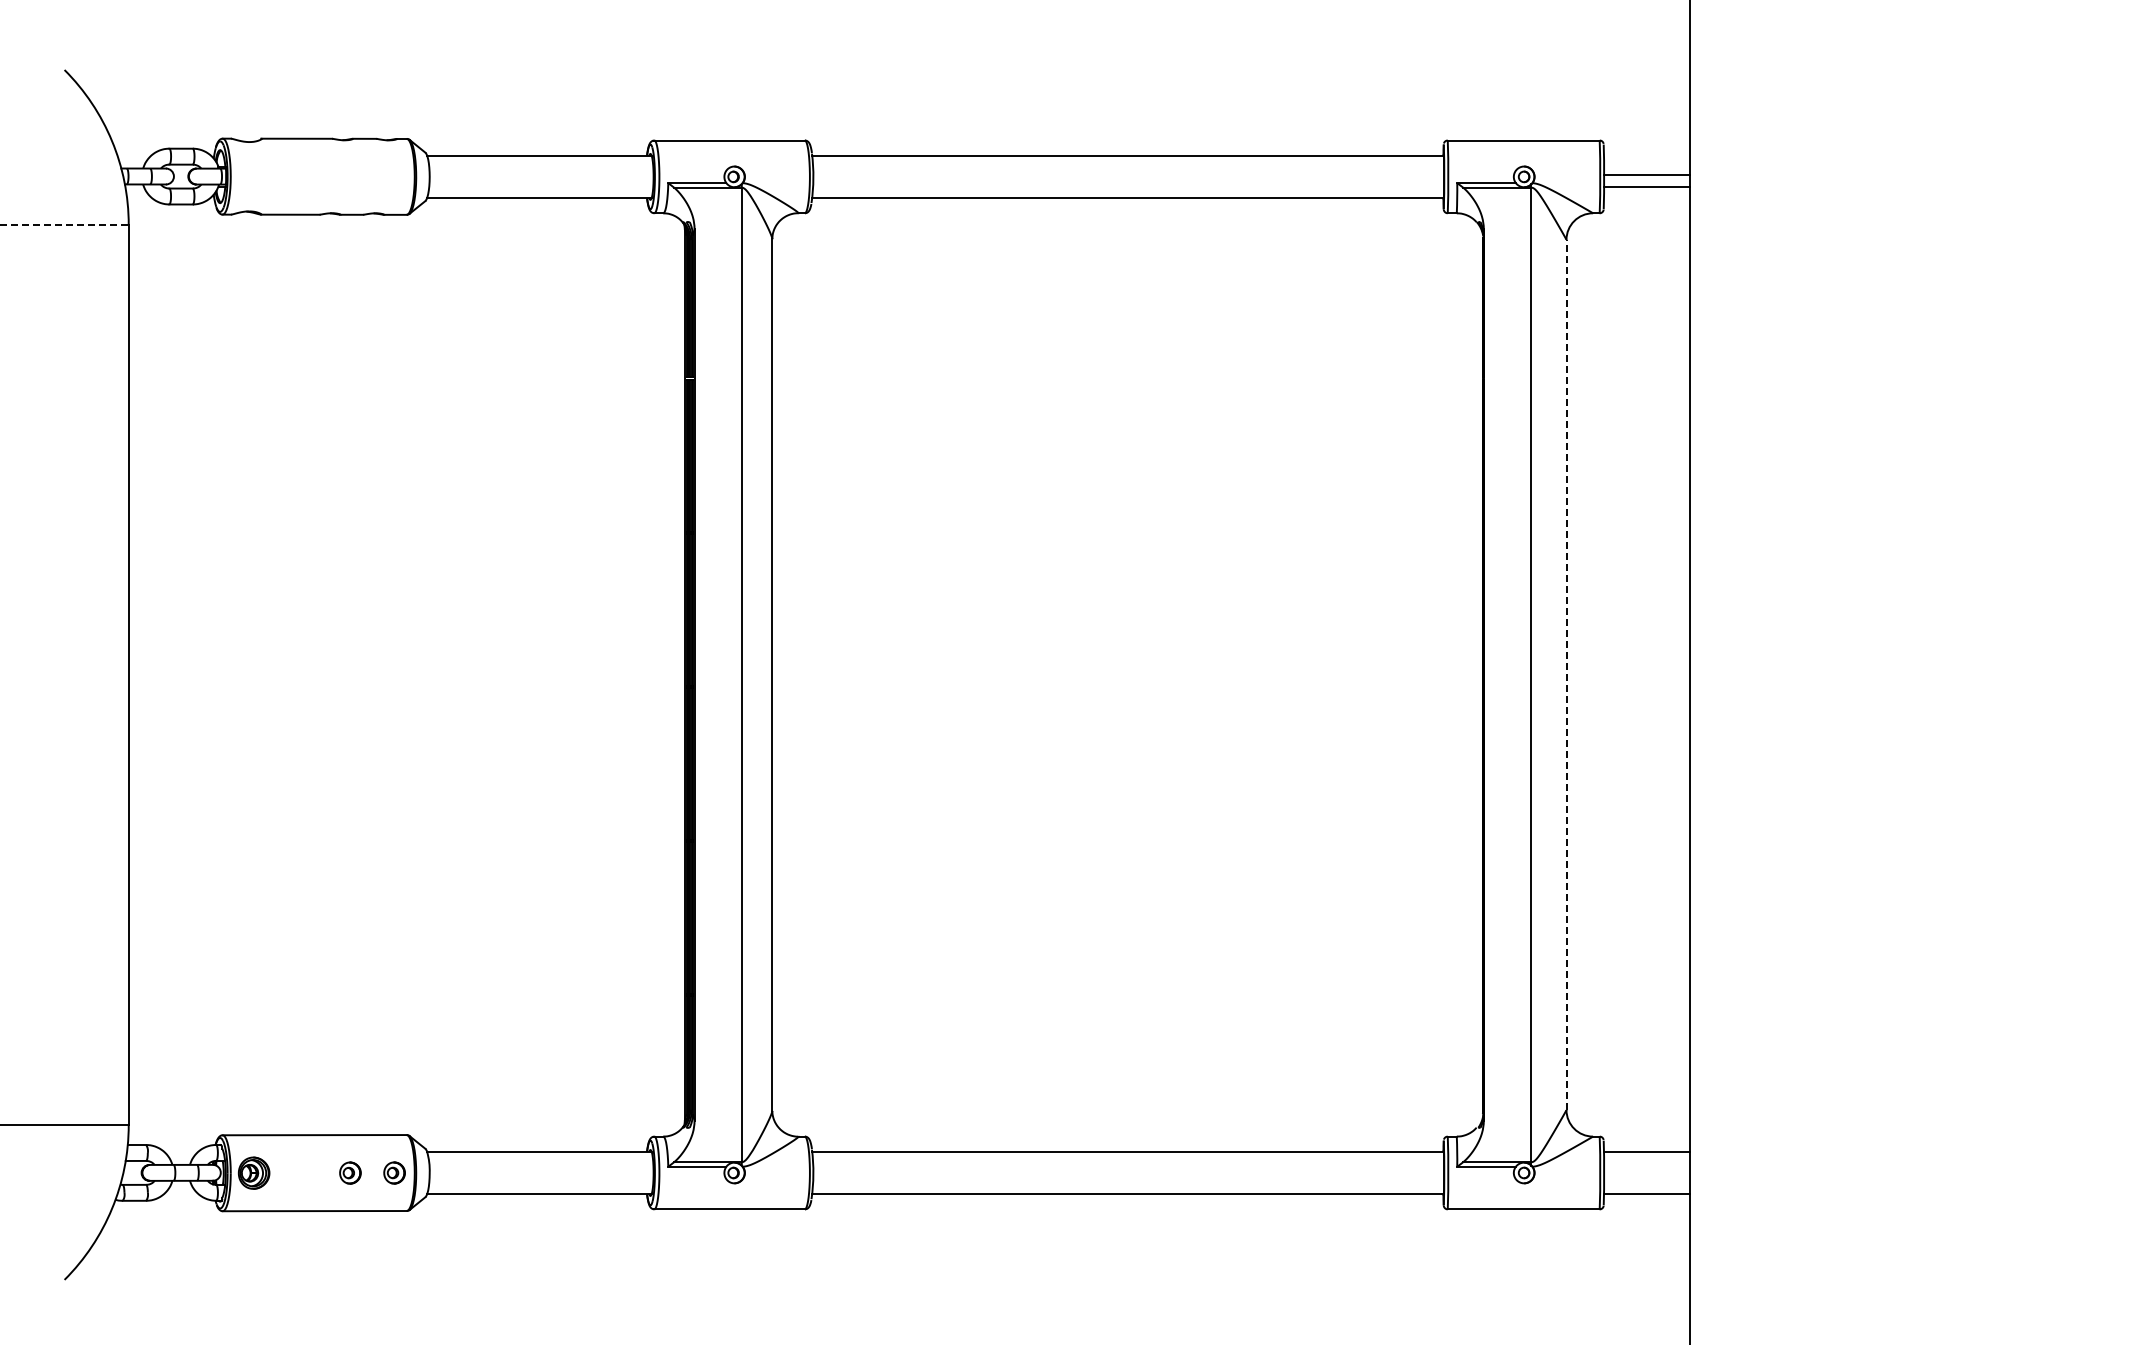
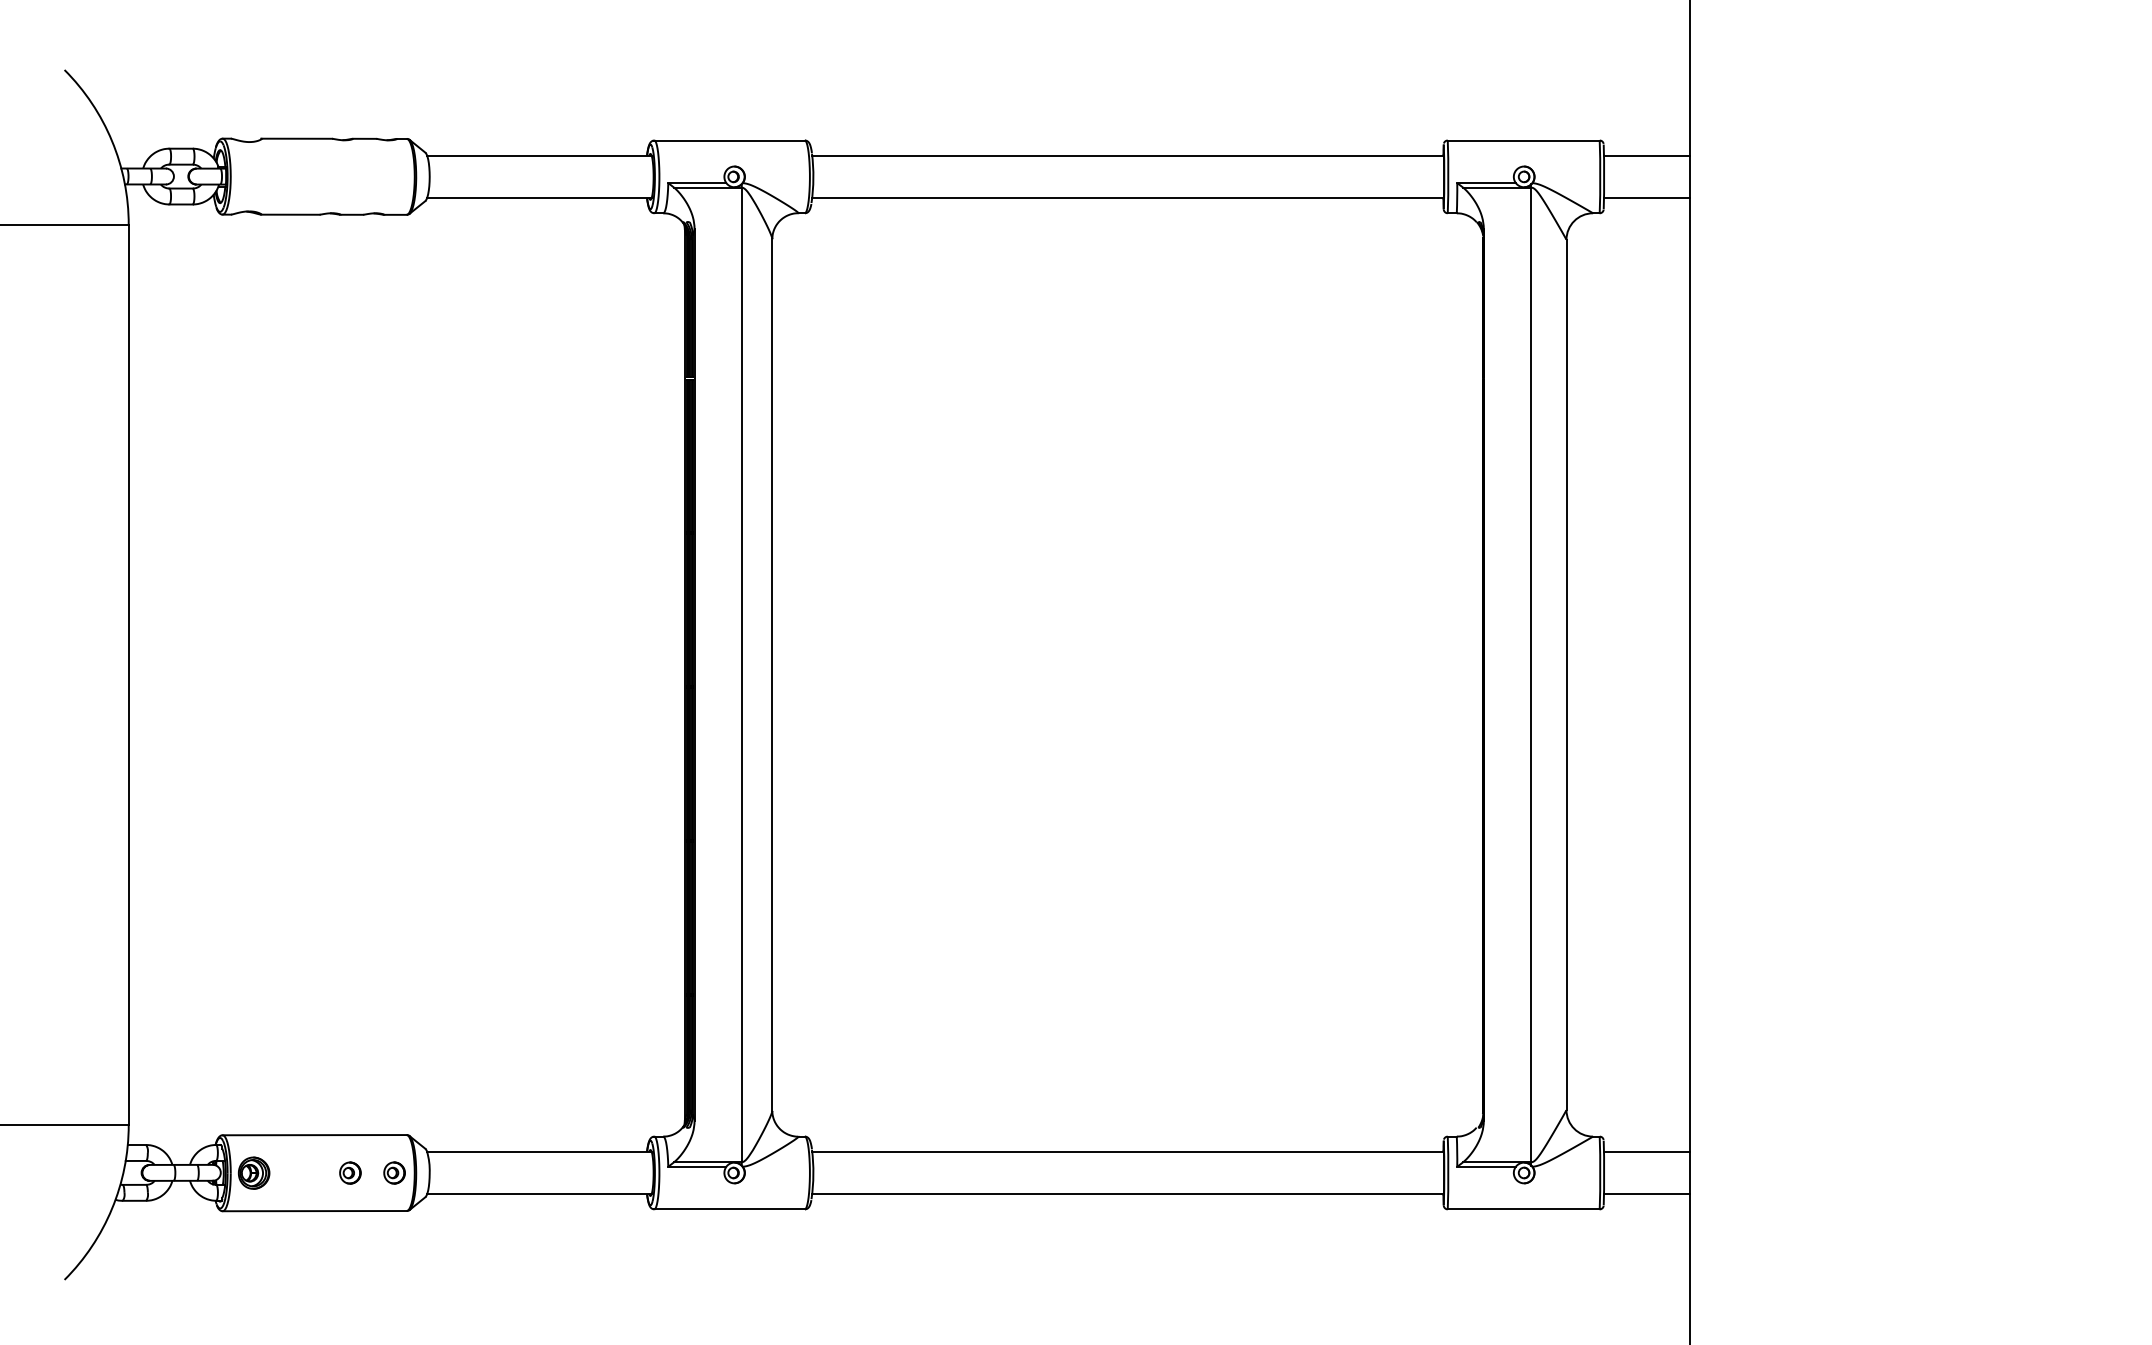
line at (1646, 175) position: (1646, 175) -> (1646, 198)
line at (1646, 186) position: (1646, 186) -> (1646, 155)
line at (64, 224): dashed -> solid
line at (1566, 674): dashed -> solid
